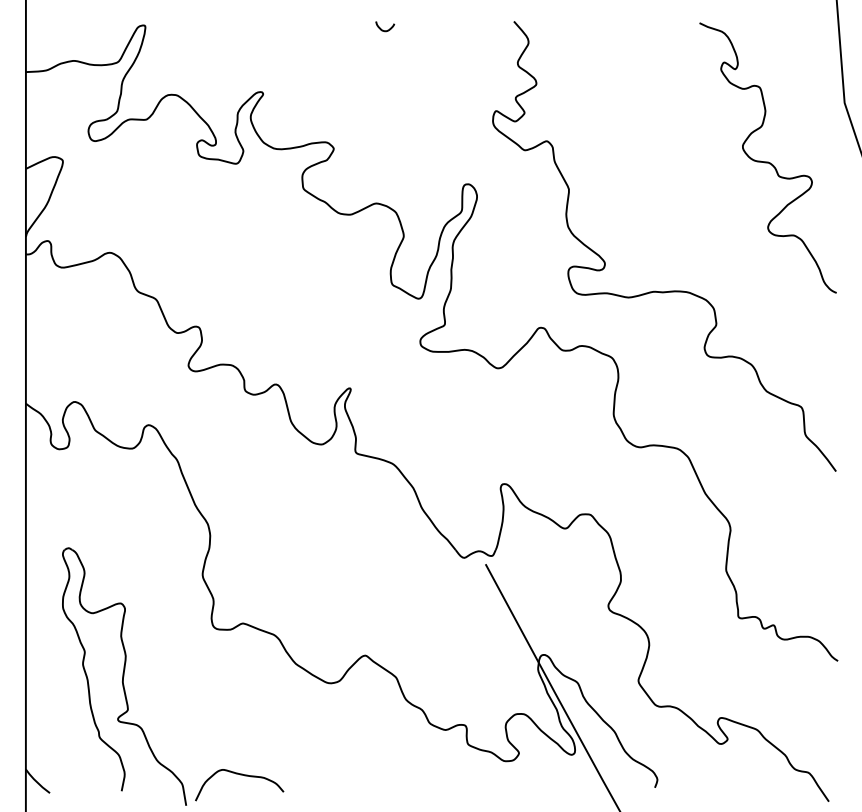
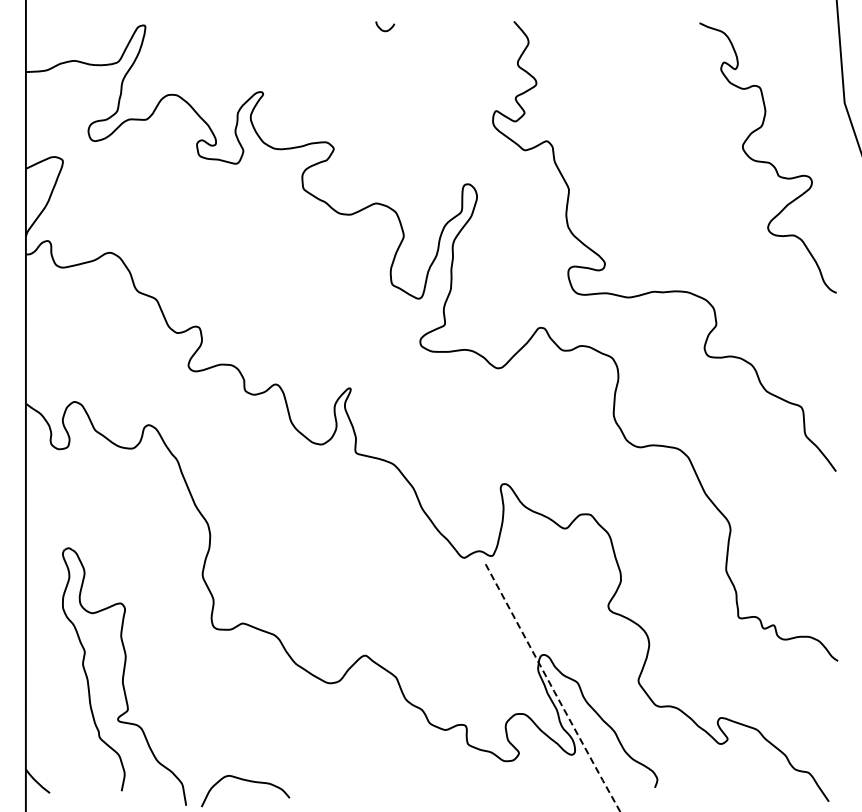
line at (552, 689): solid -> dashed
curve at (240, 775) position: (240, 775) -> (246, 781)
